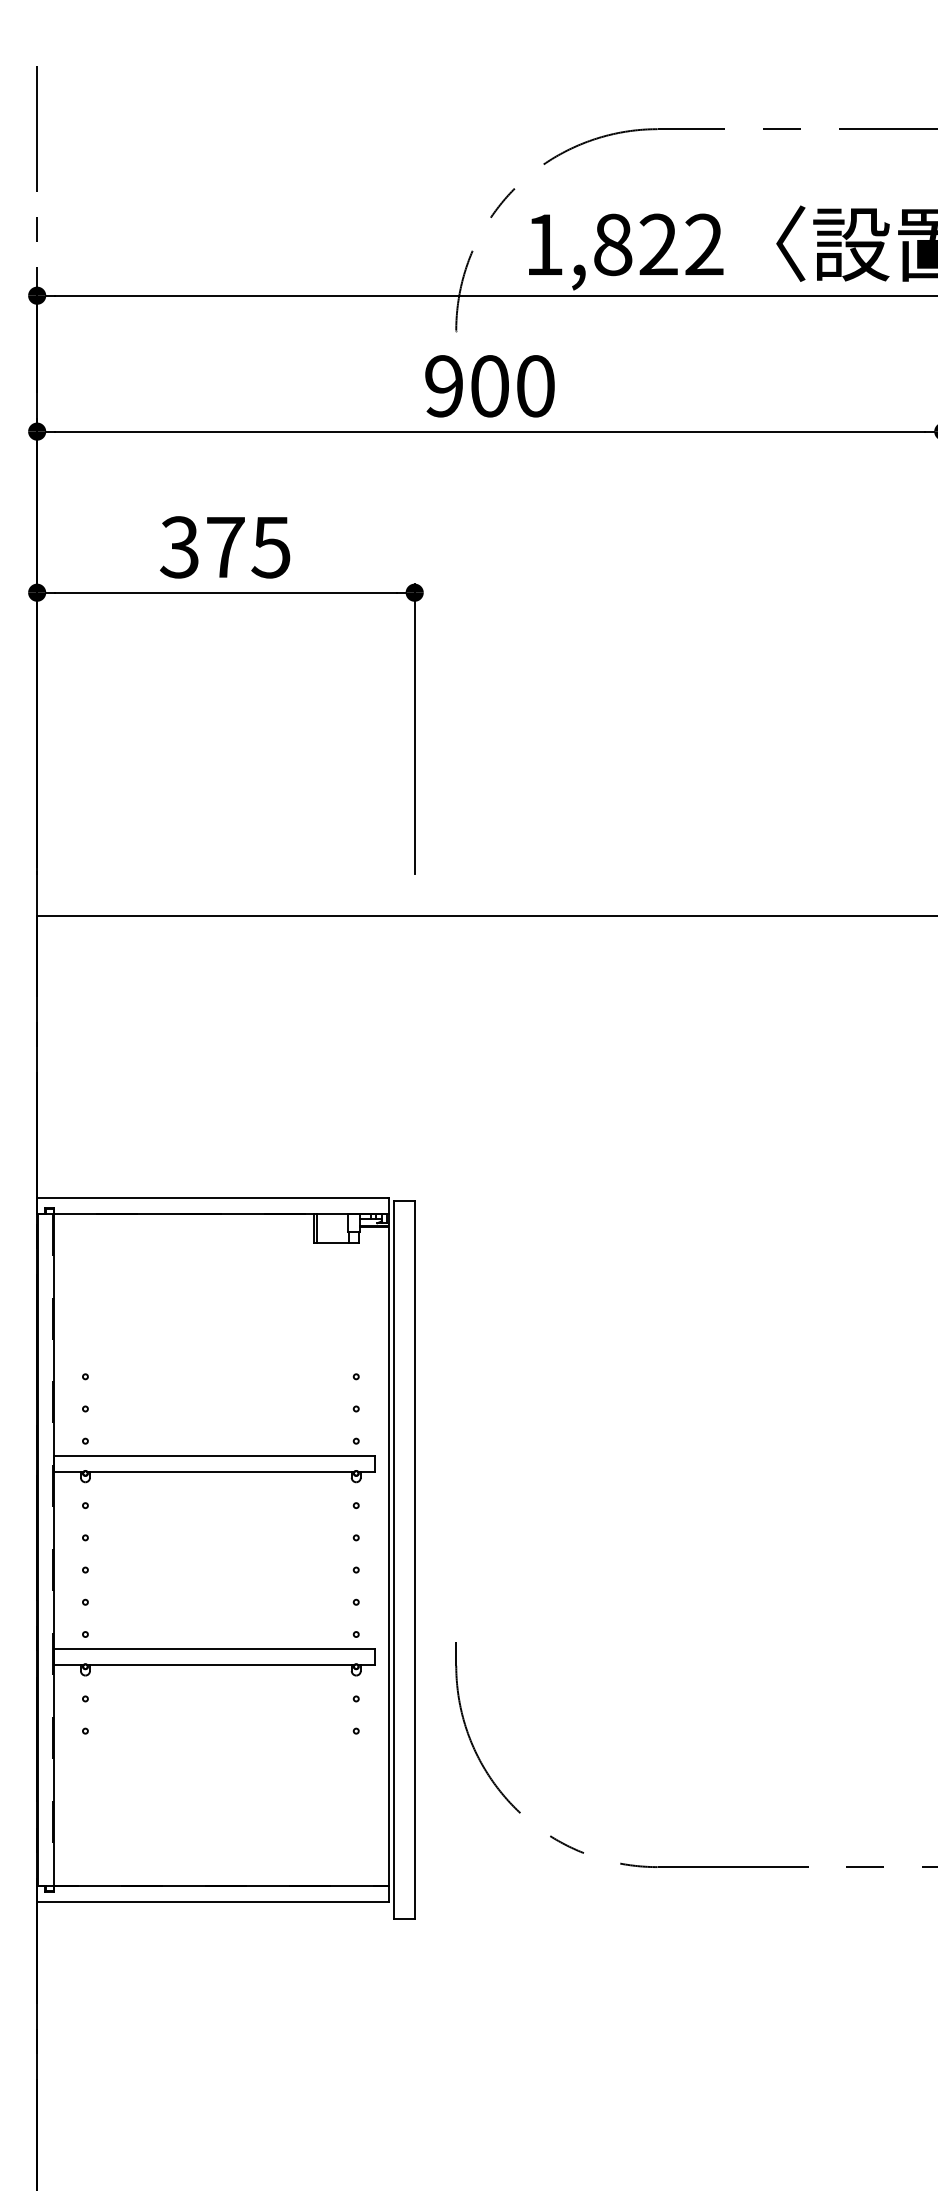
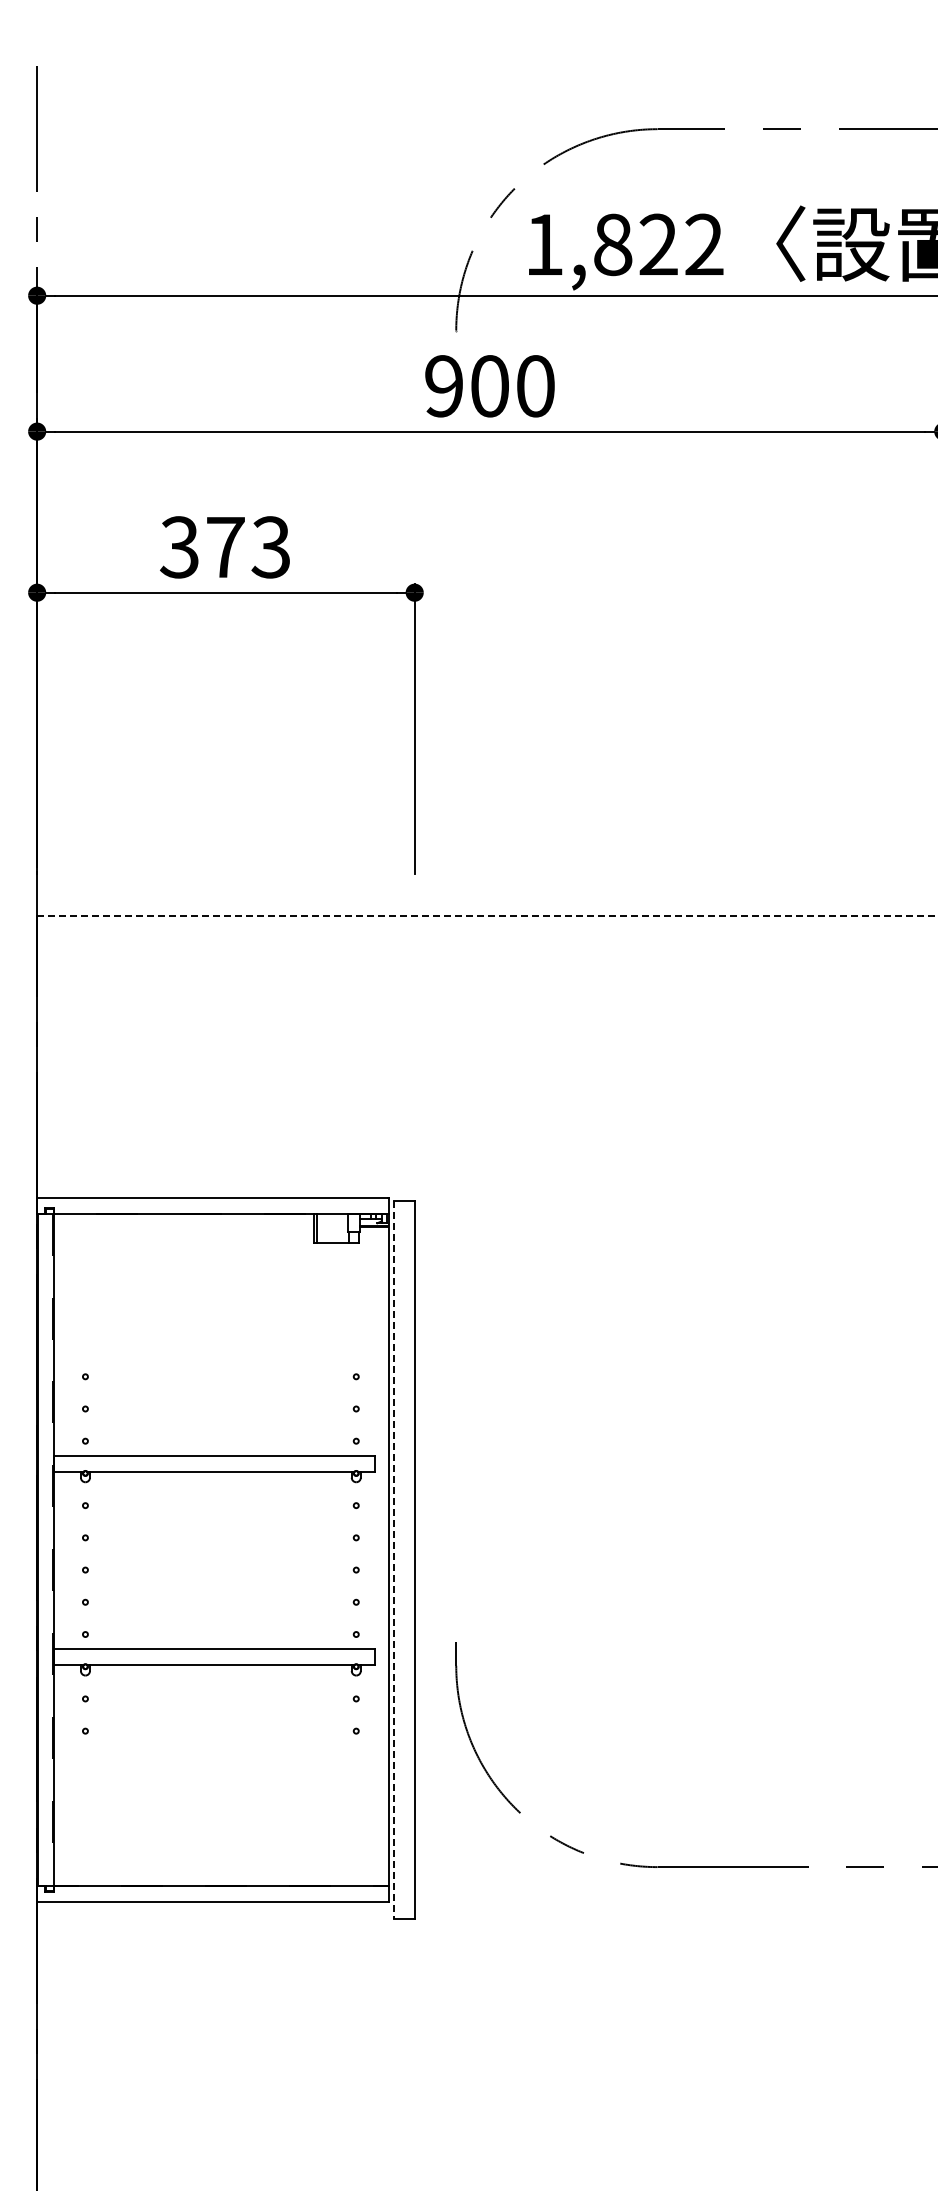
text at (270, 547): 375 -> 373
line at (487, 915): solid -> dashed
line at (393, 1560): solid -> dashed
